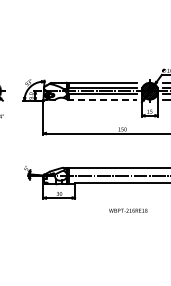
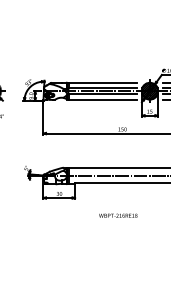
line at (102, 99): dashed -> solid
text at (128, 210) position: (128, 210) -> (118, 215)
